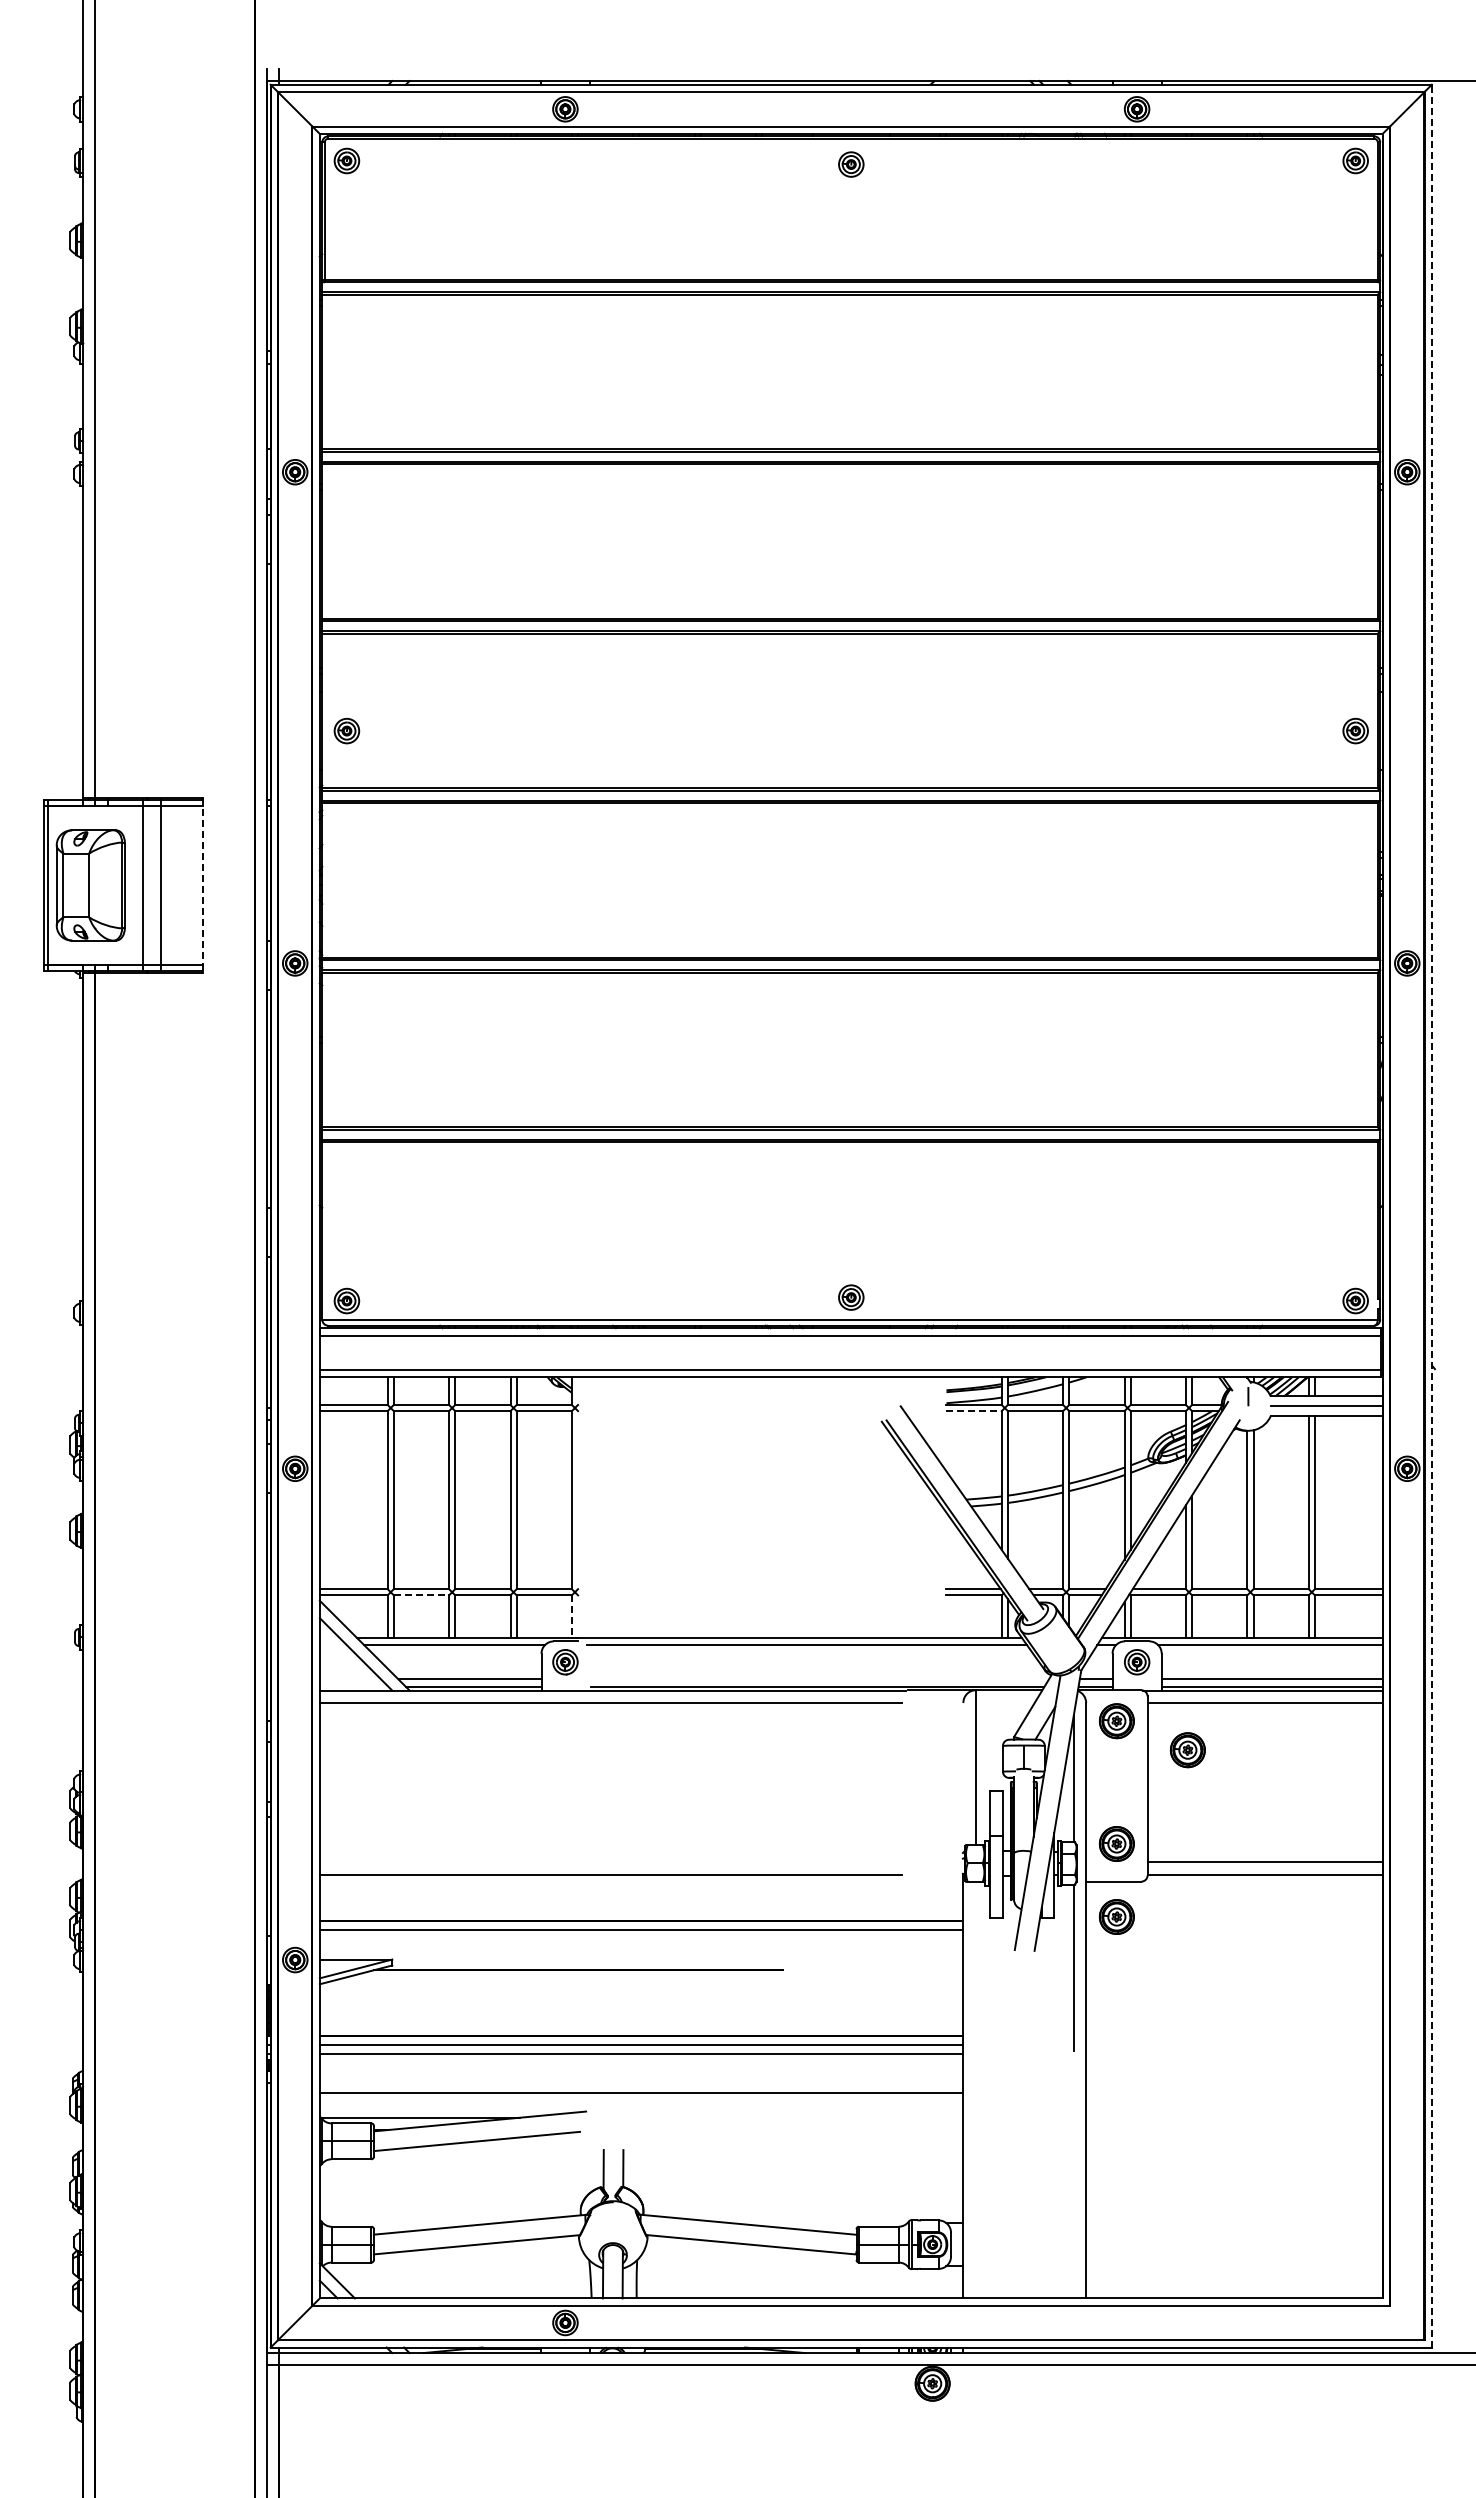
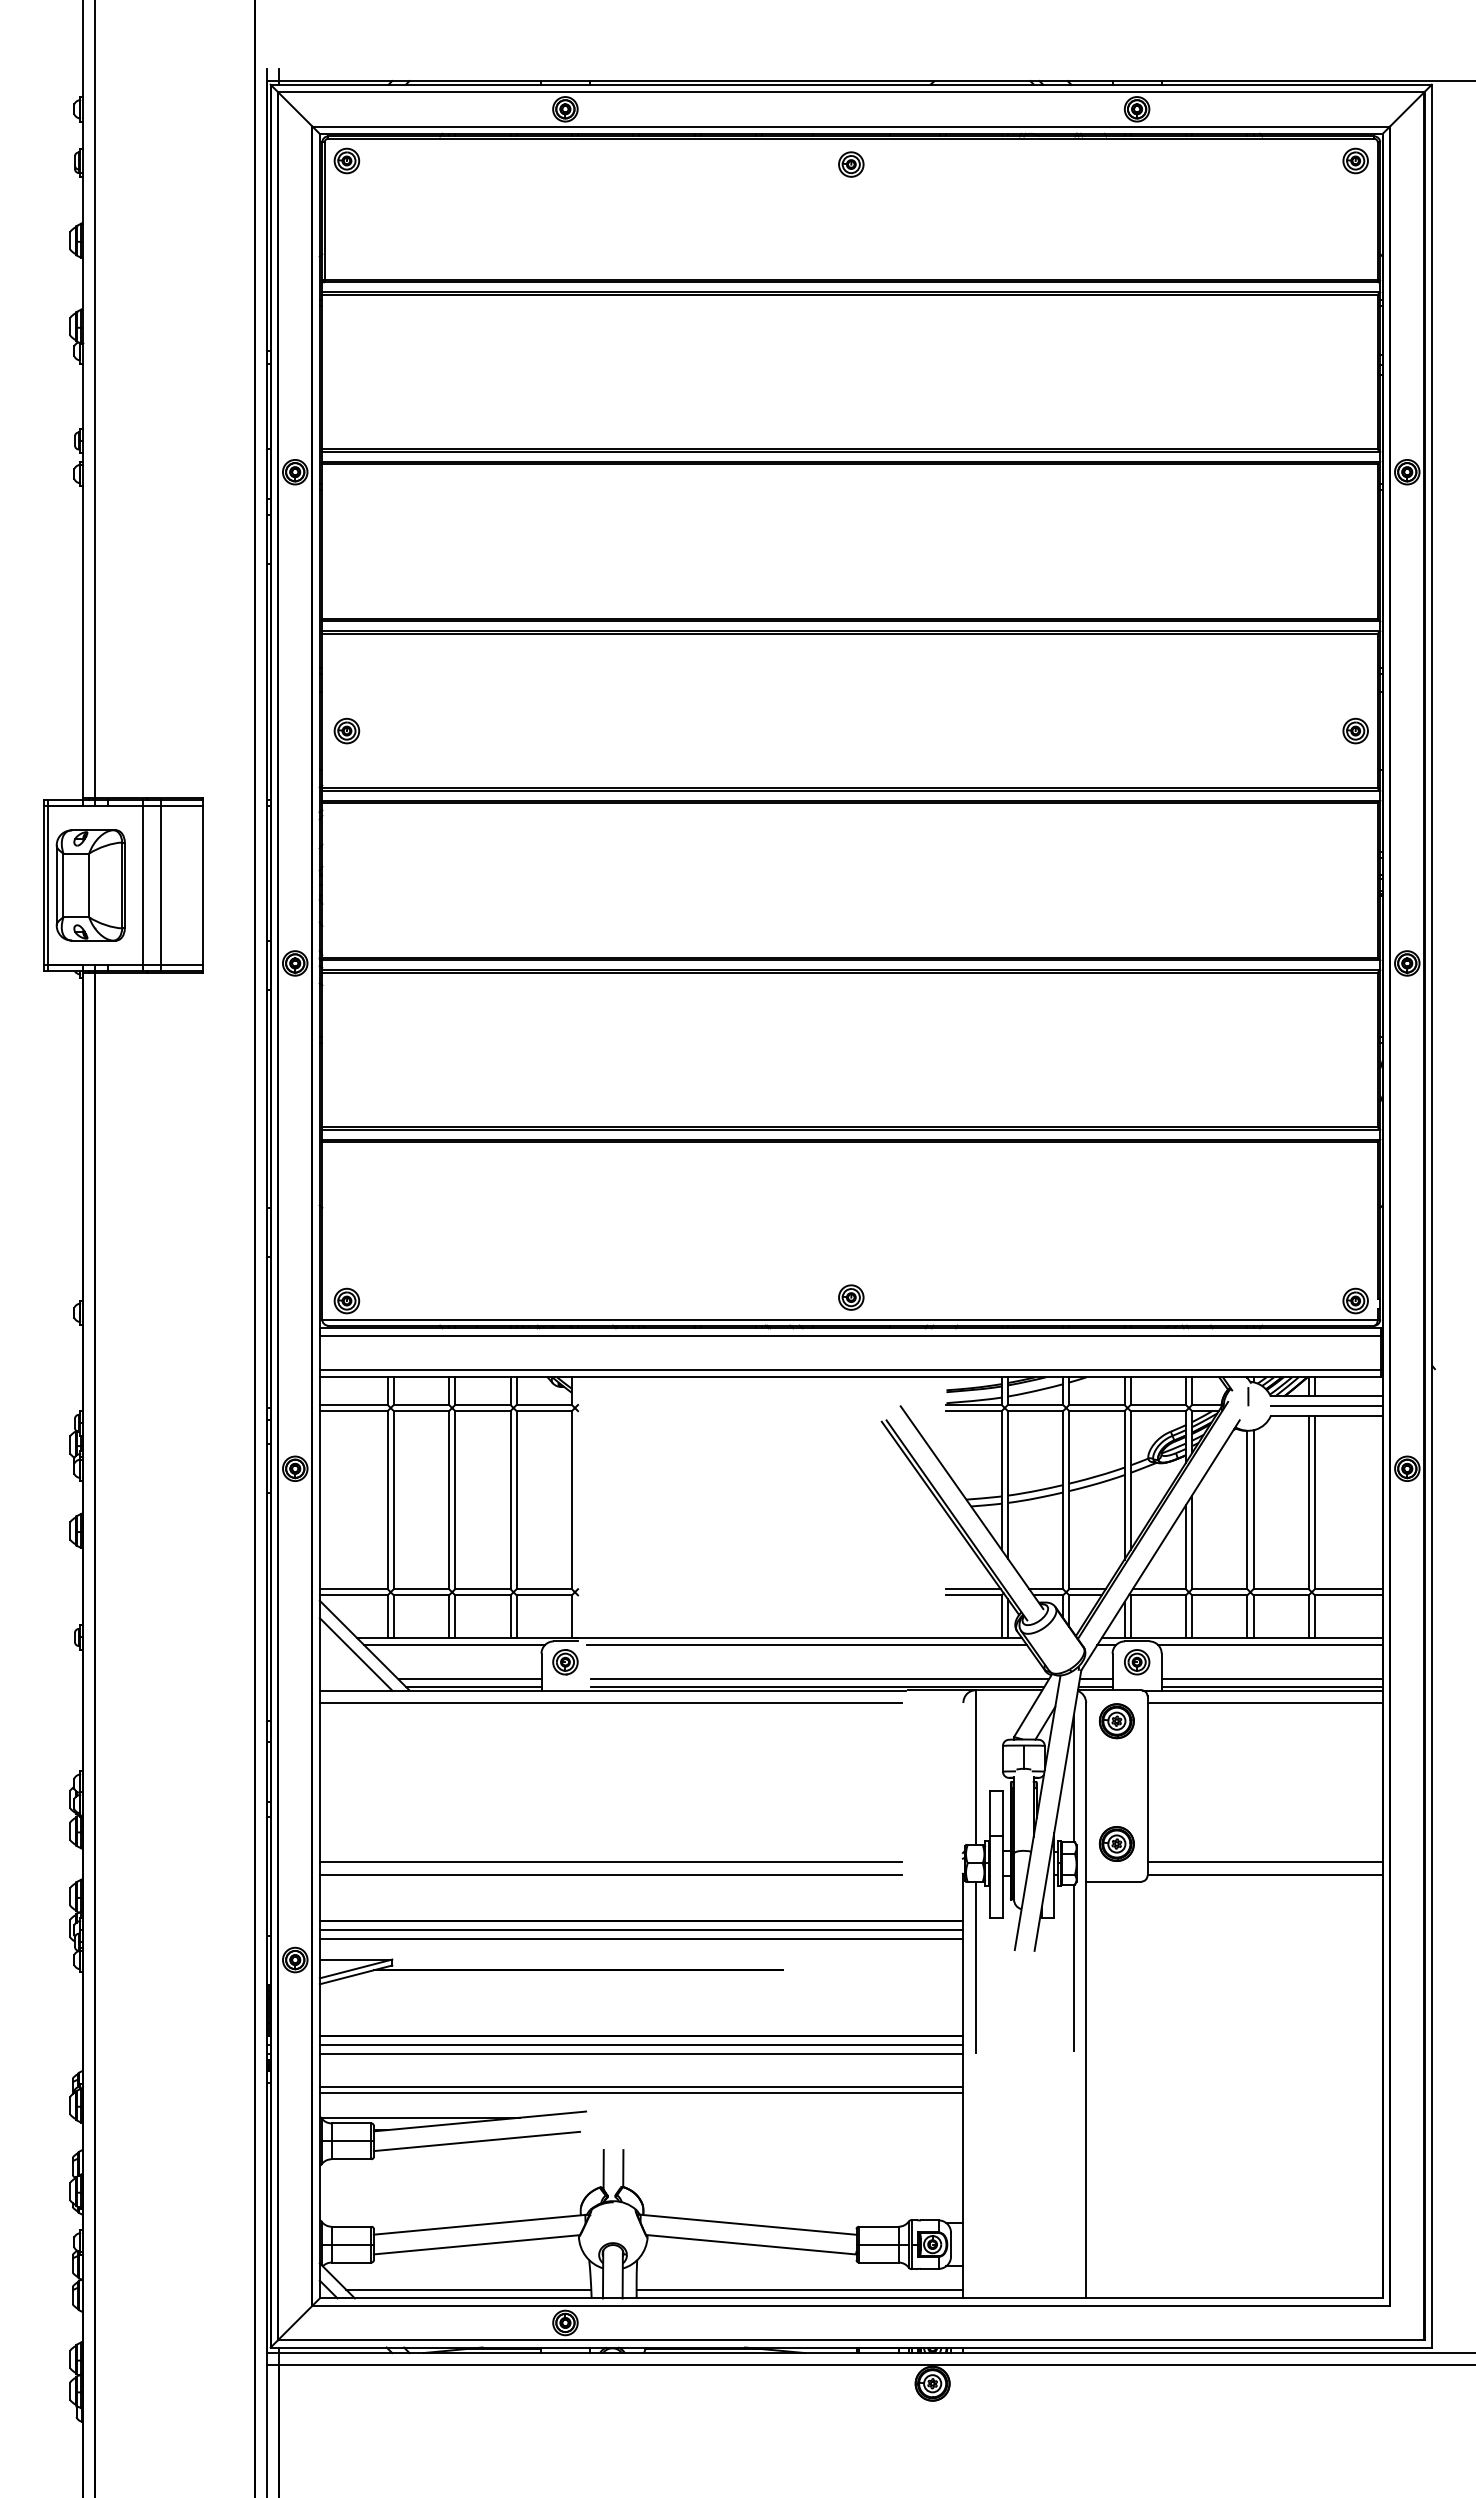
line at (202, 885): dashed -> solid
line at (1431, 1215): dashed -> solid
line at (974, 1411): dashed -> solid
line at (421, 1595): dashed -> solid
line at (571, 1617): dashed -> solid
line at (819, 1679): none -> present
part at (1187, 1750): present -> none
line at (610, 1862): none -> present
part at (1116, 1916): present -> none
line at (641, 1939): none -> present
line at (975, 1967): none -> present
line at (641, 2087): none -> present
line at (468, 2289): none -> present
line at (799, 2289): none -> present
